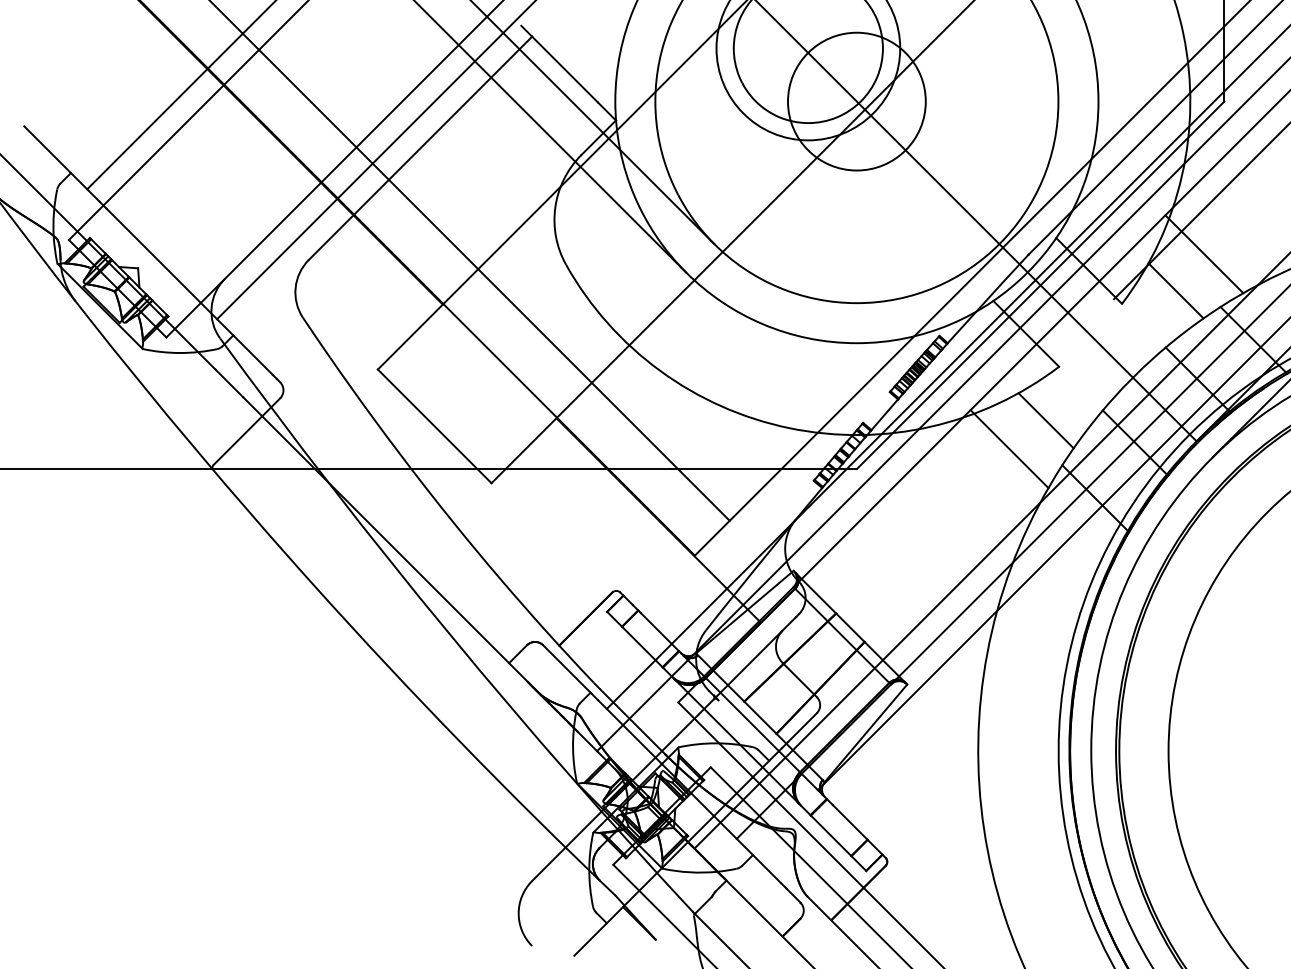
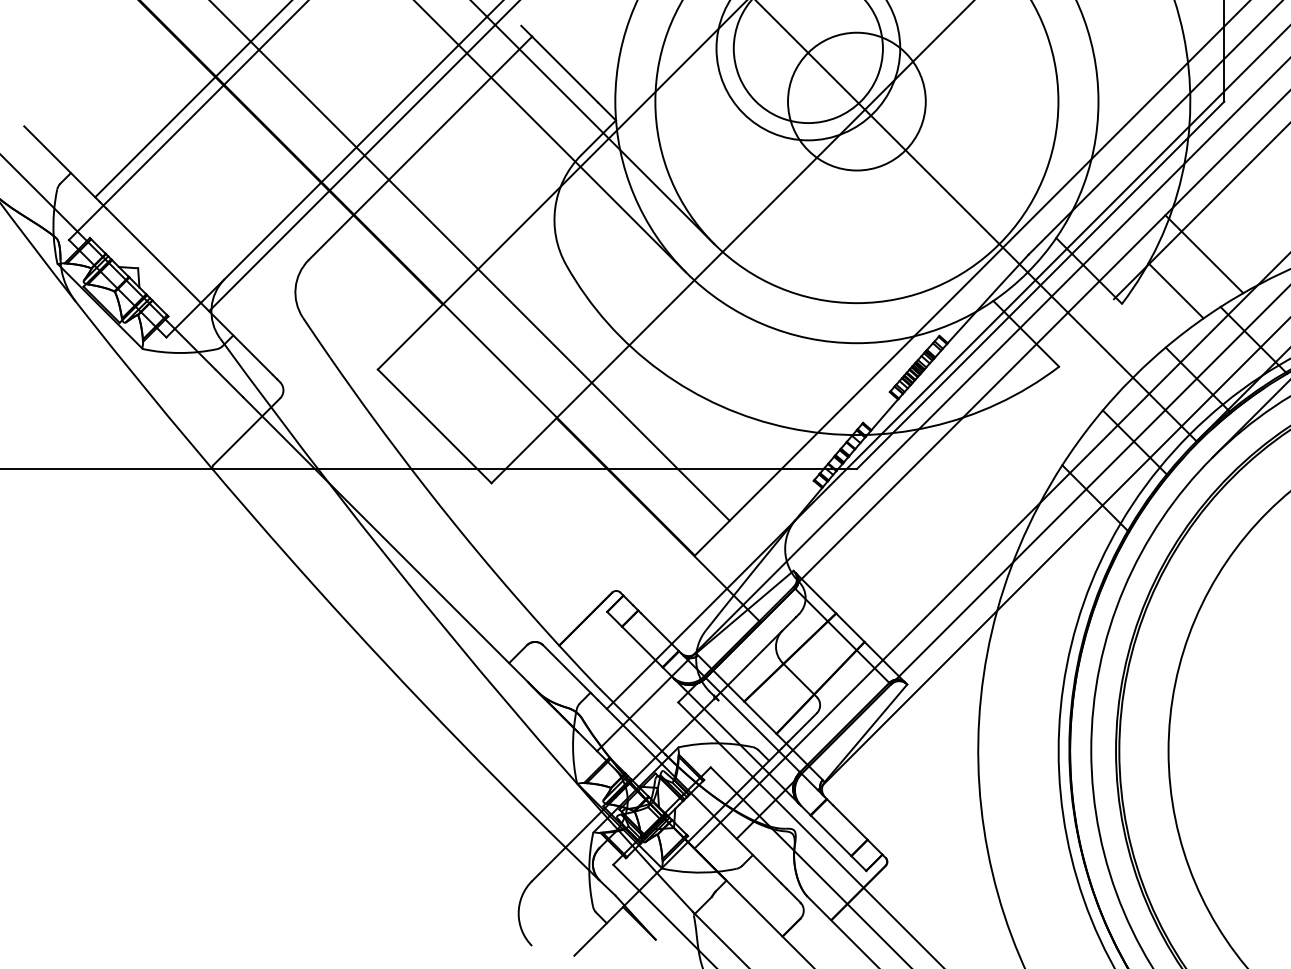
line at (180, 95) position: (180, 95) -> (192, 99)
line at (375, 160) position: (375, 160) -> (363, 156)
line at (1045, 420): present -> none
line at (1009, 449): present -> none
